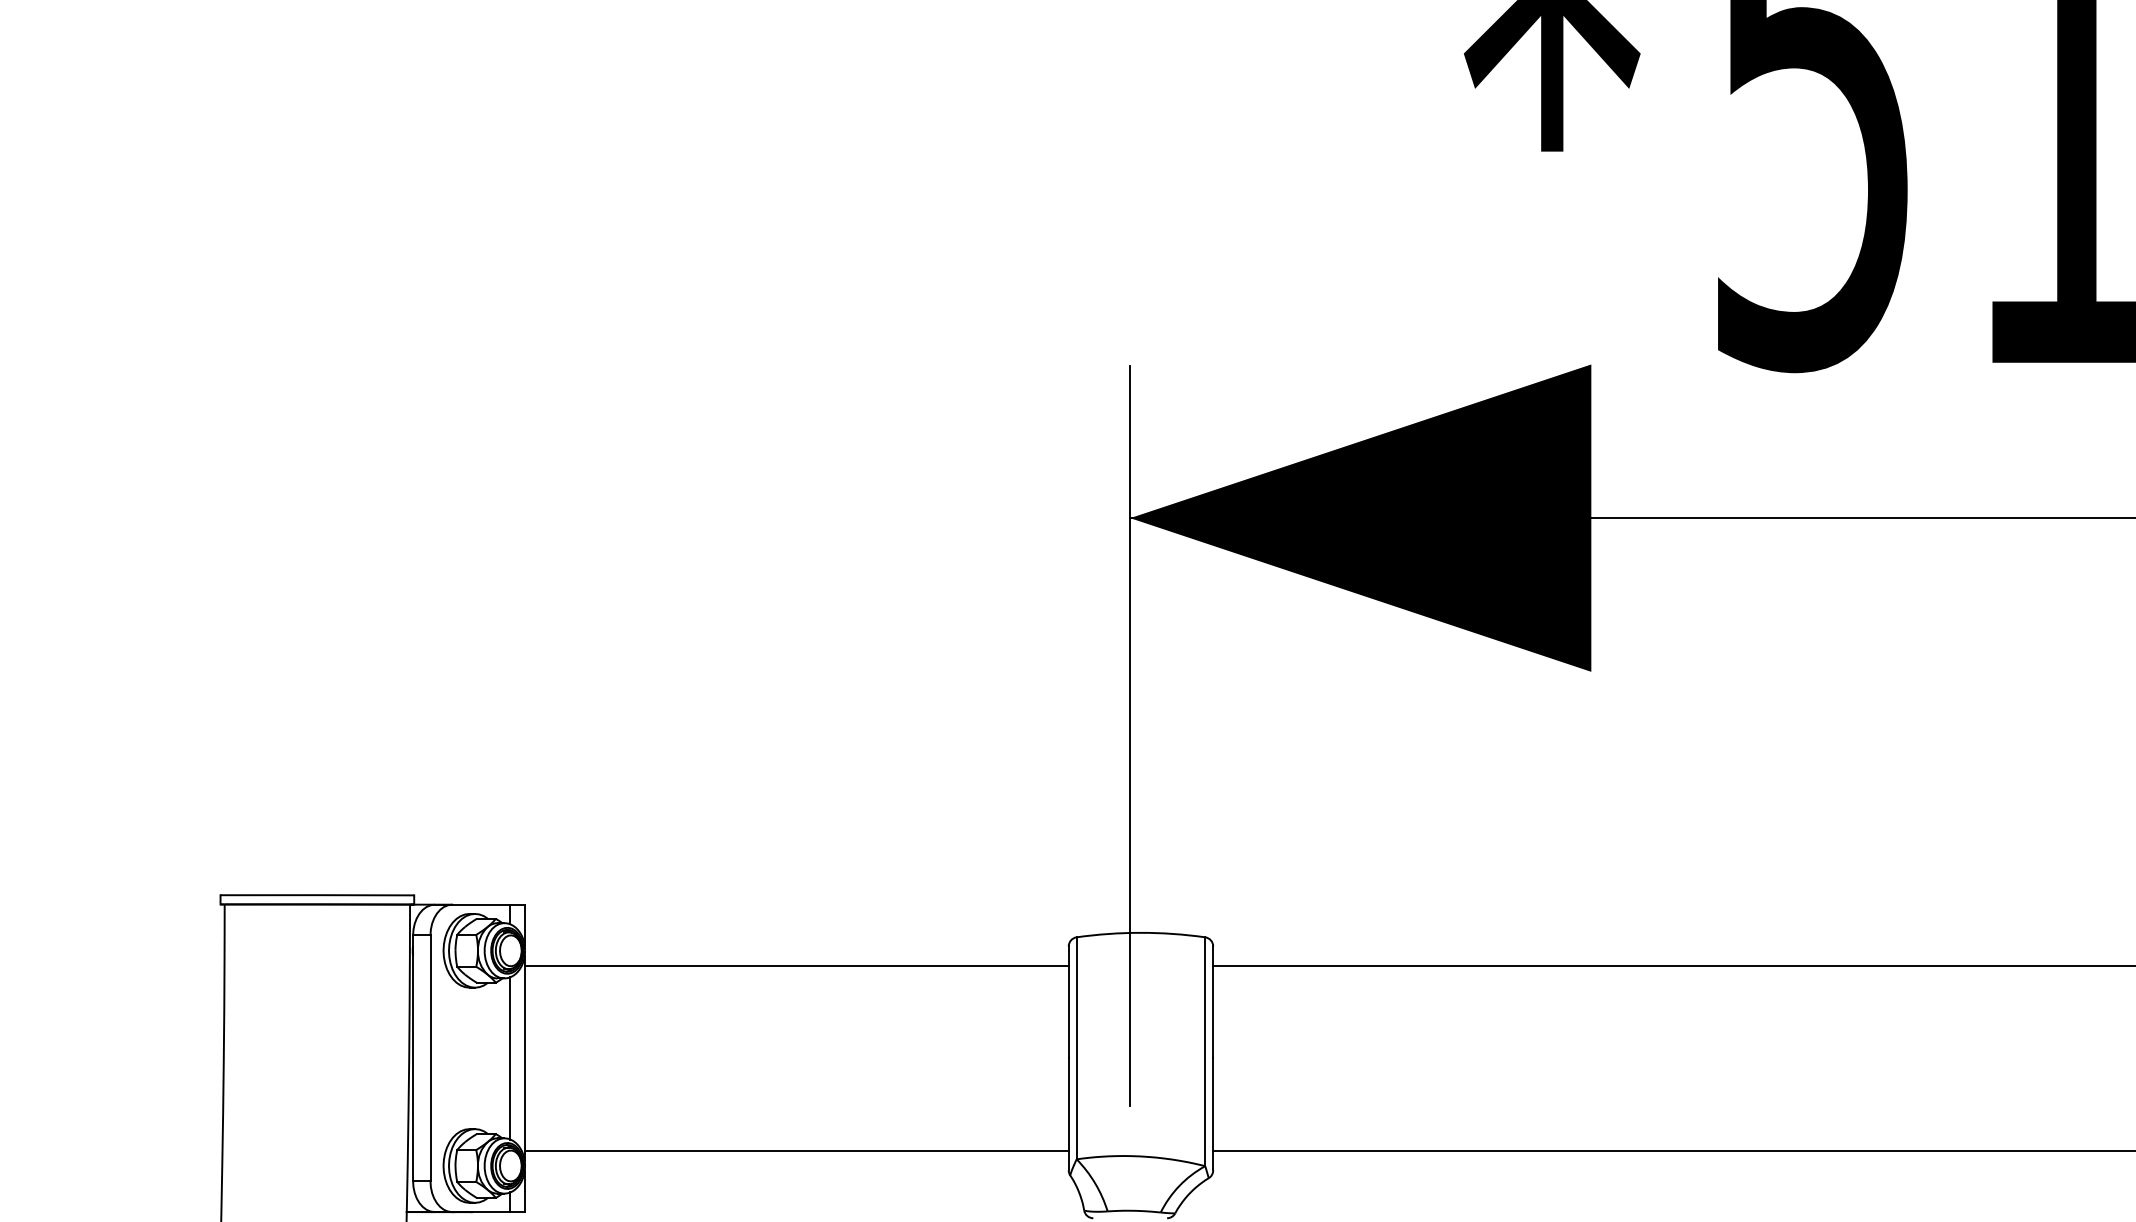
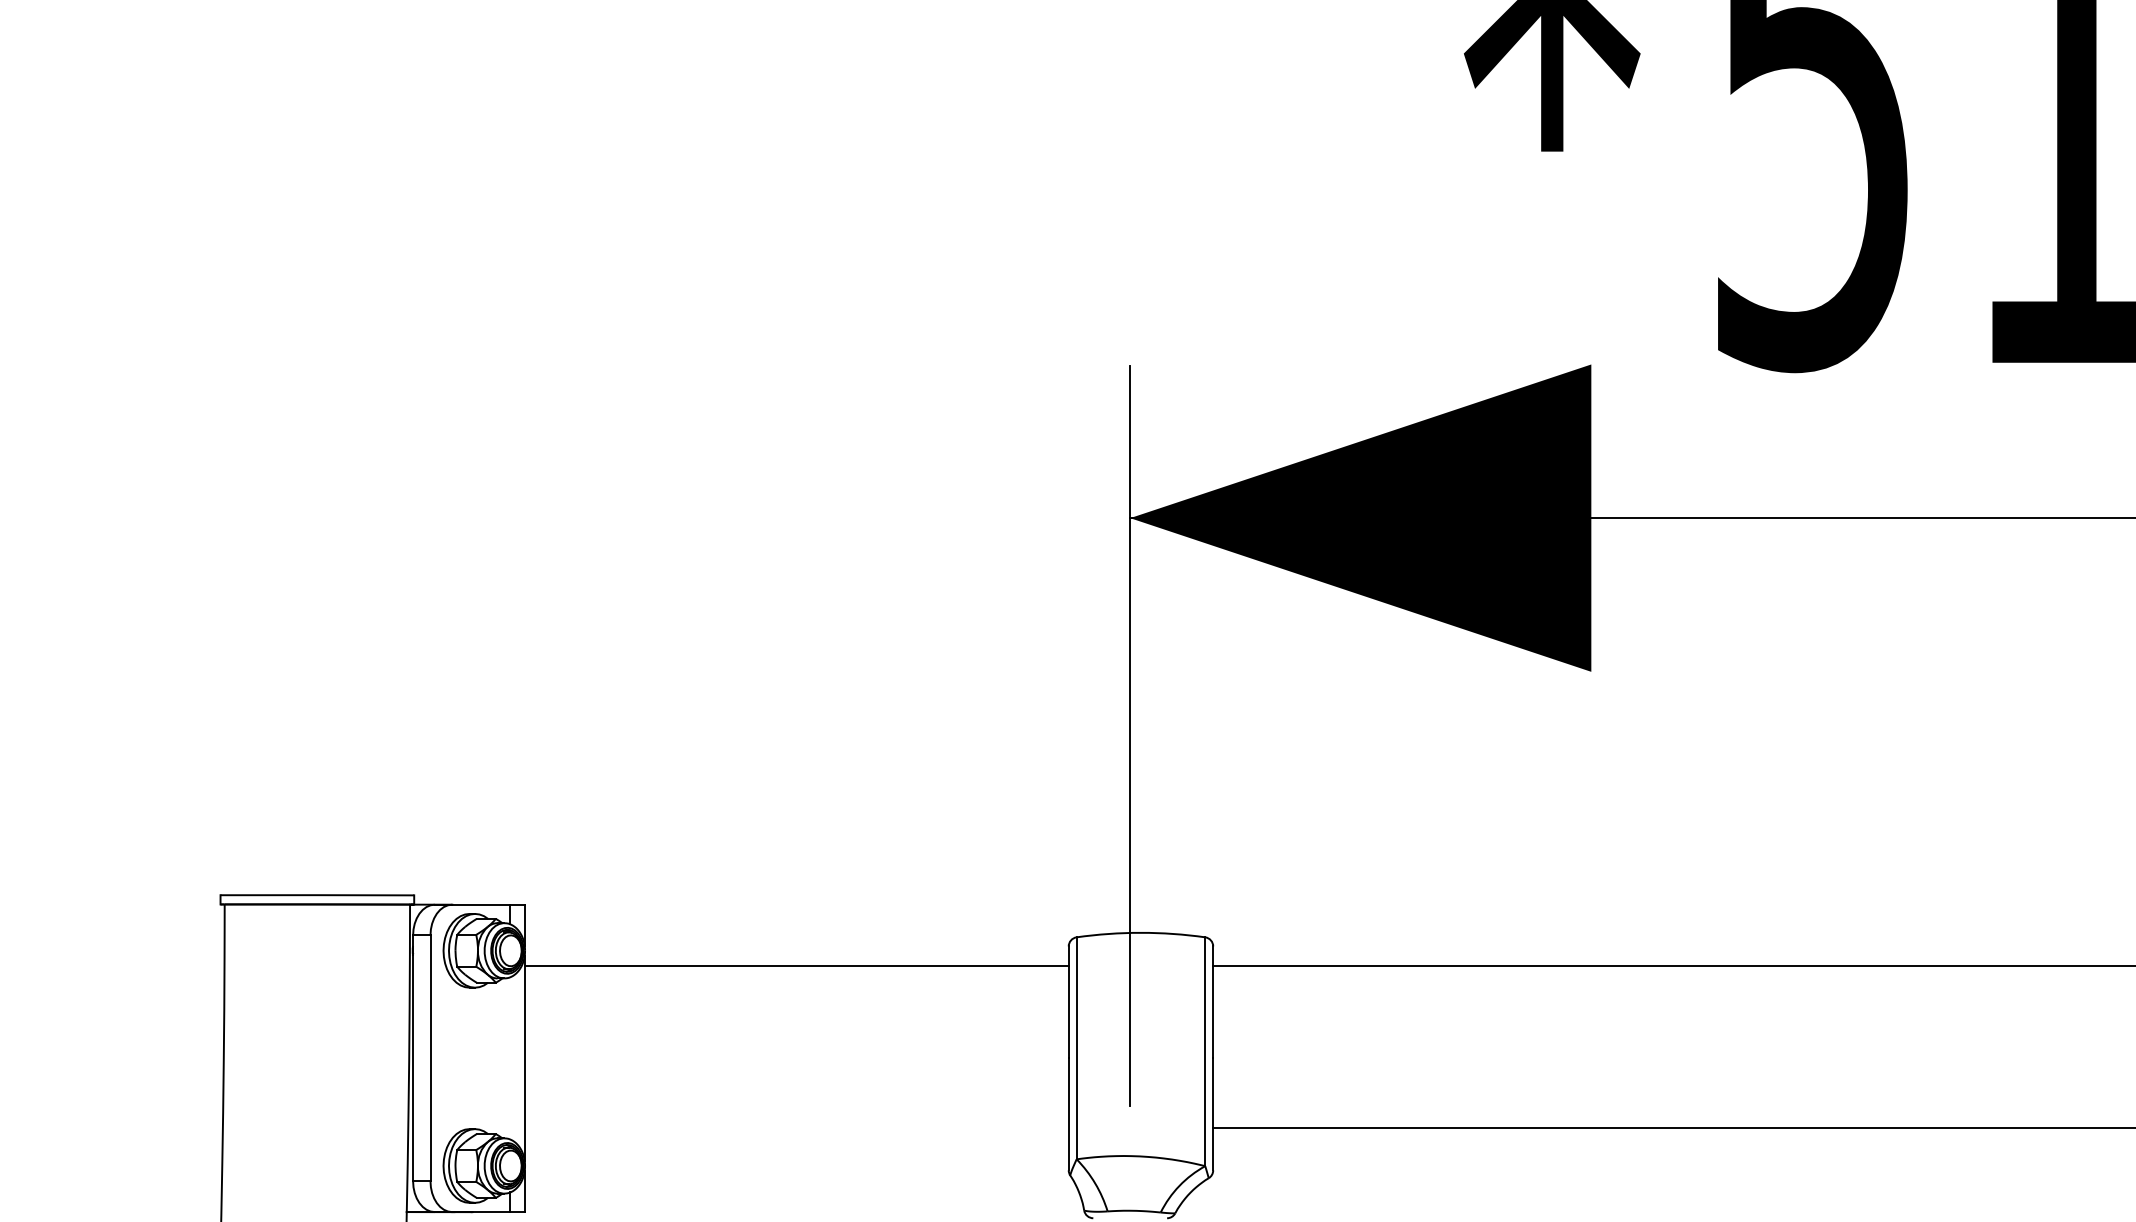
line at (510, 1058): present -> none
line at (796, 1150): present -> none
line at (1672, 1150) position: (1672, 1150) -> (1672, 1127)
